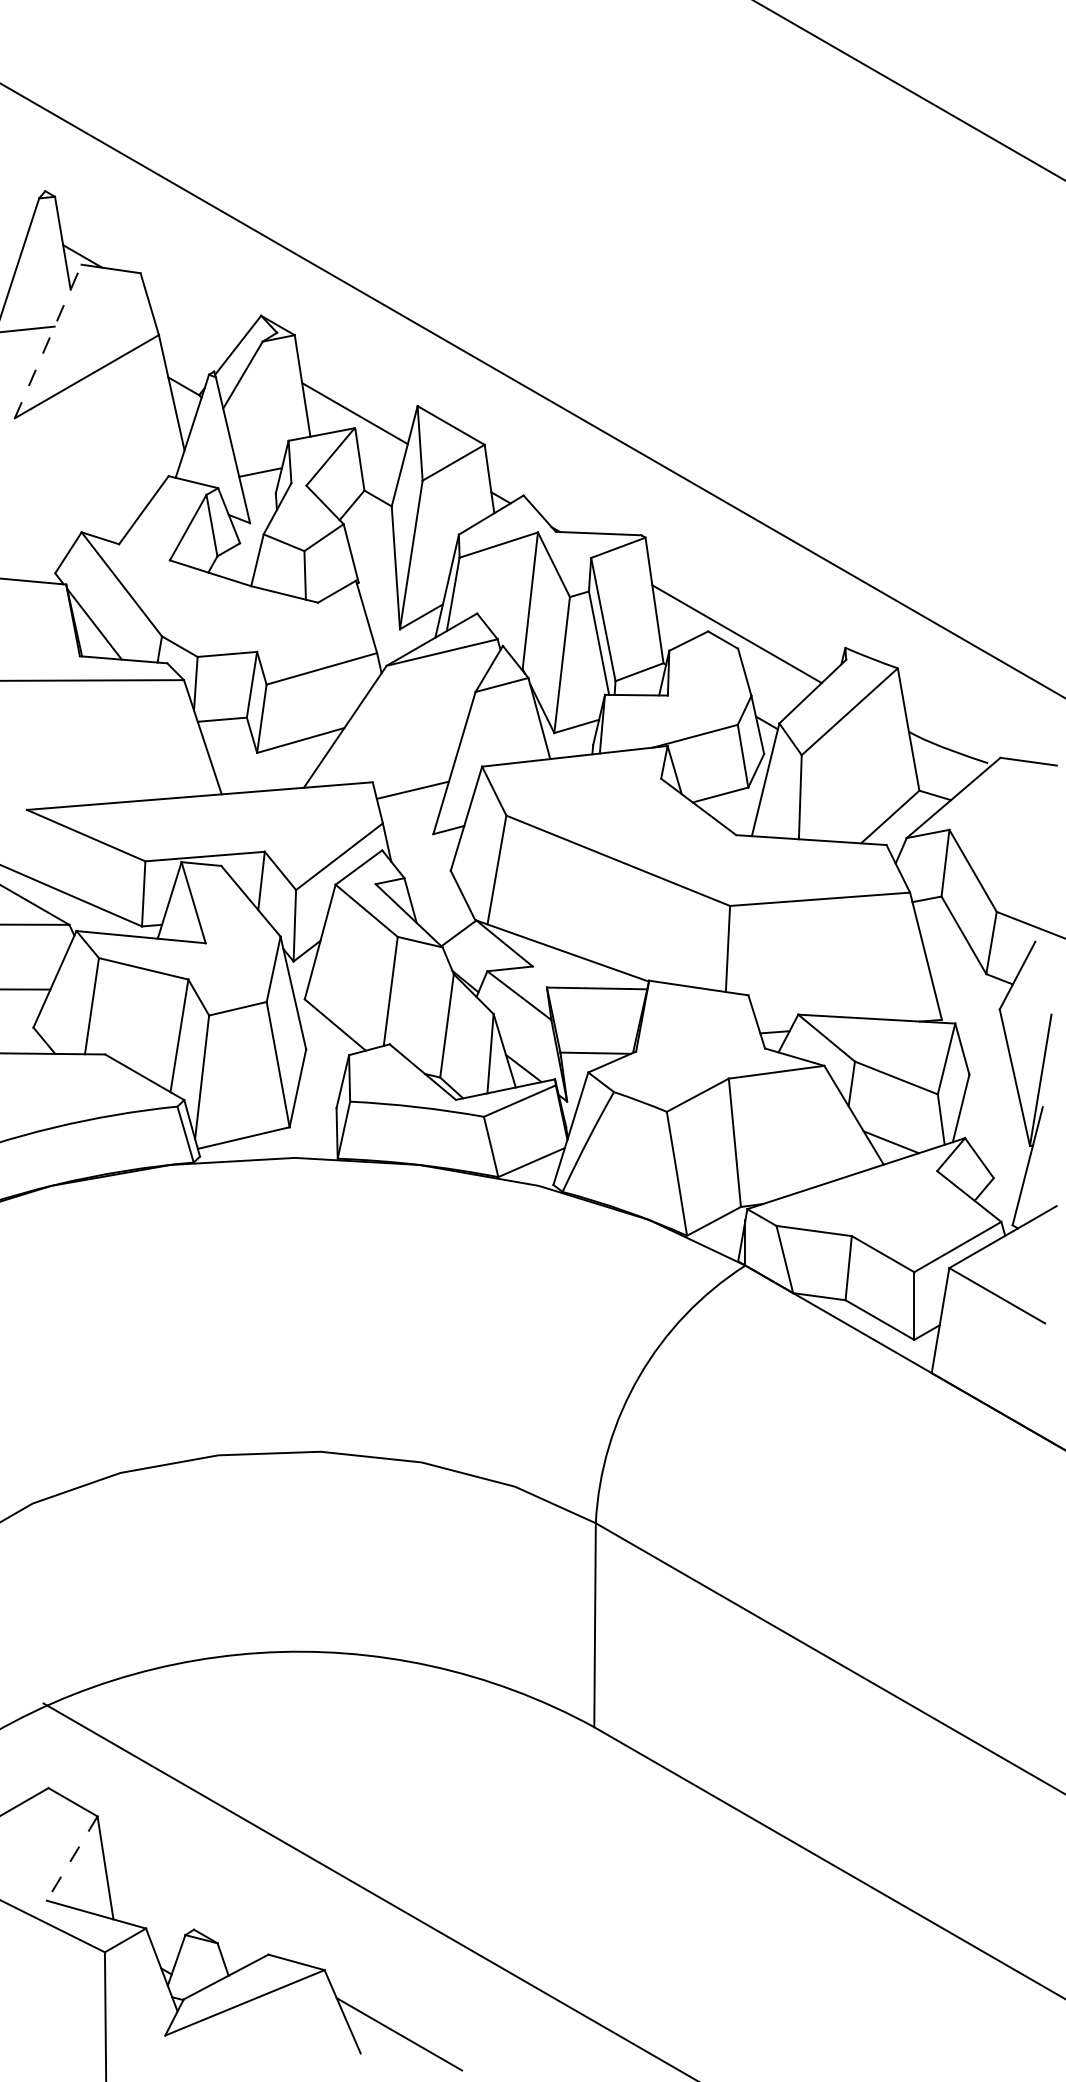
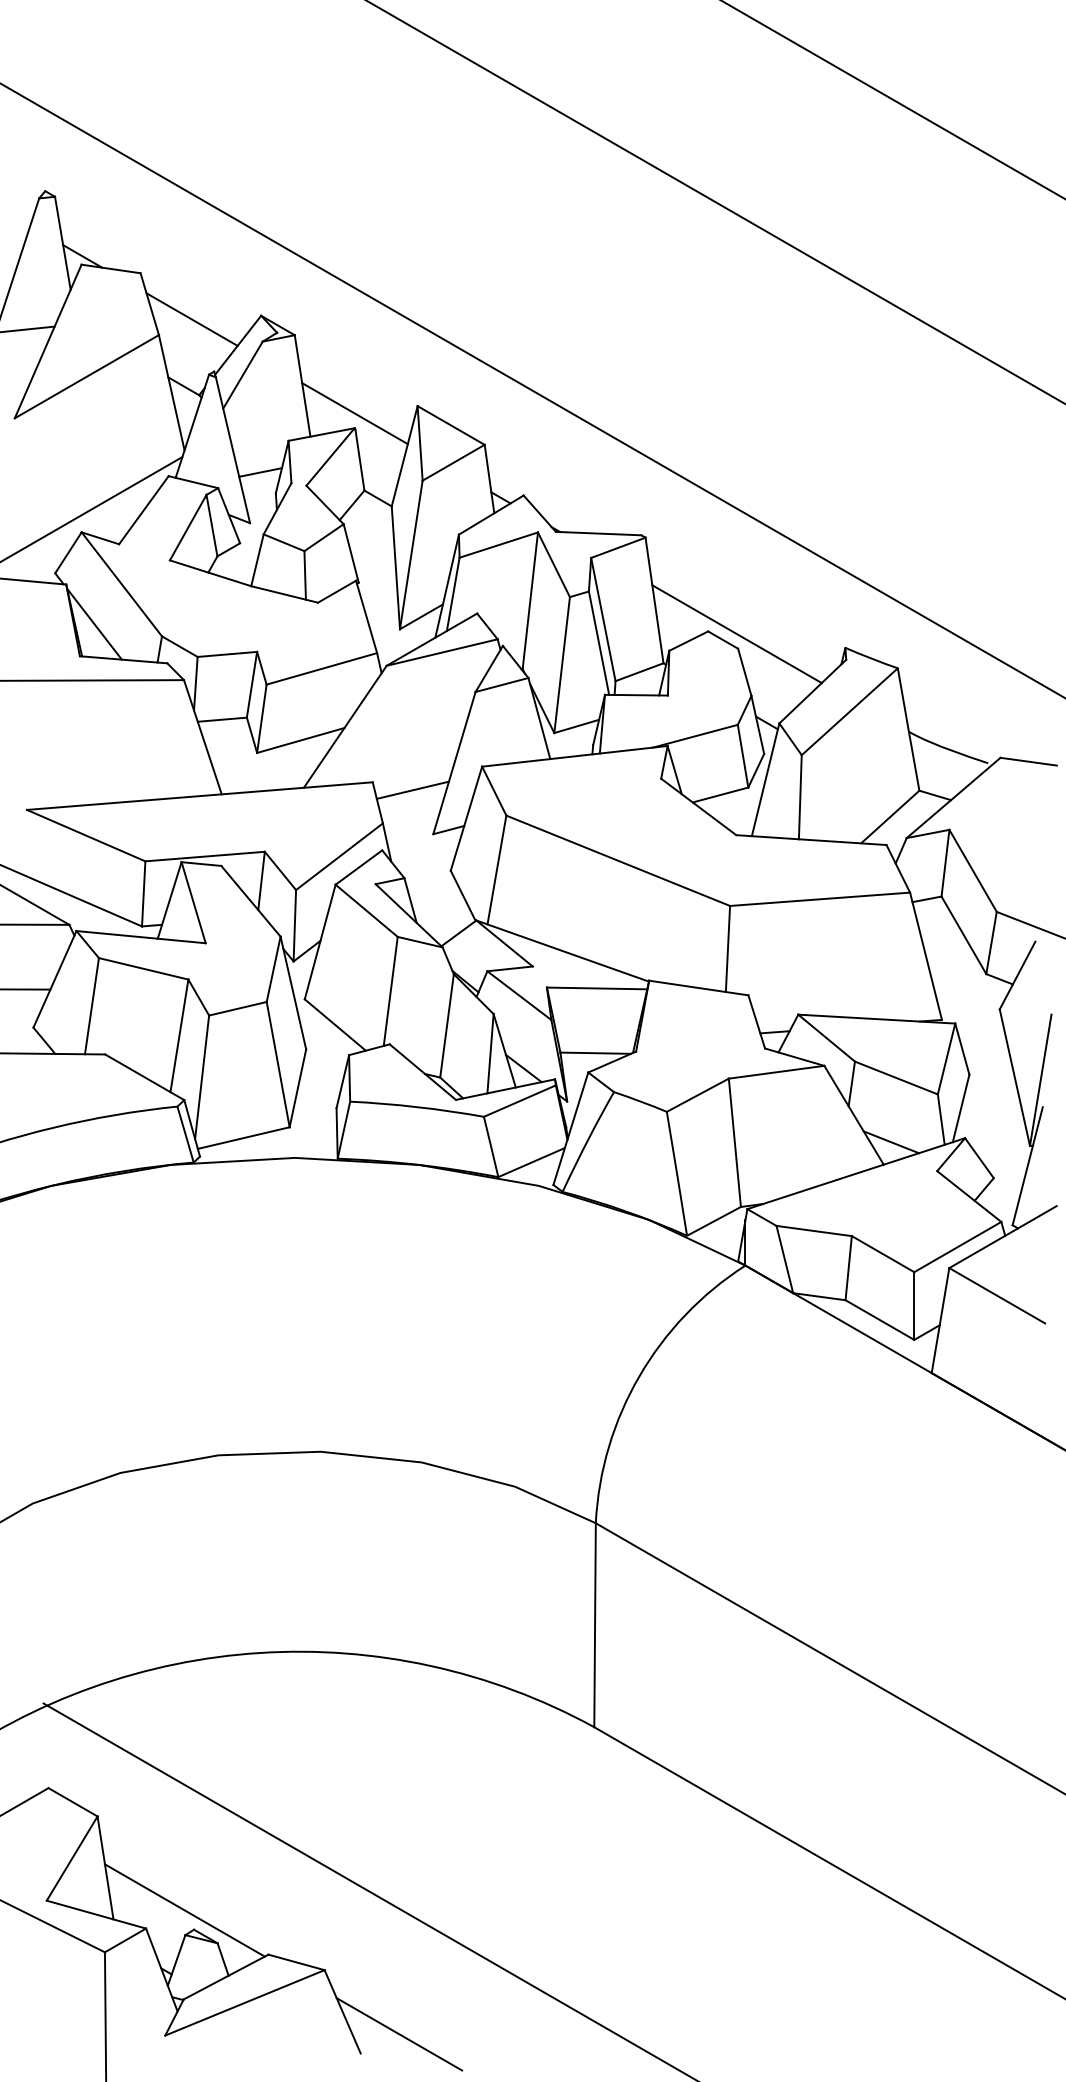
line at (908, 90) position: (908, 90) -> (892, 99)
line at (715, 202): none -> present
line at (191, 319): none -> present
line at (48, 341): dashed -> solid
line at (92, 508): none -> present
line at (71, 1858): dashed -> solid
line at (184, 1910): none -> present
